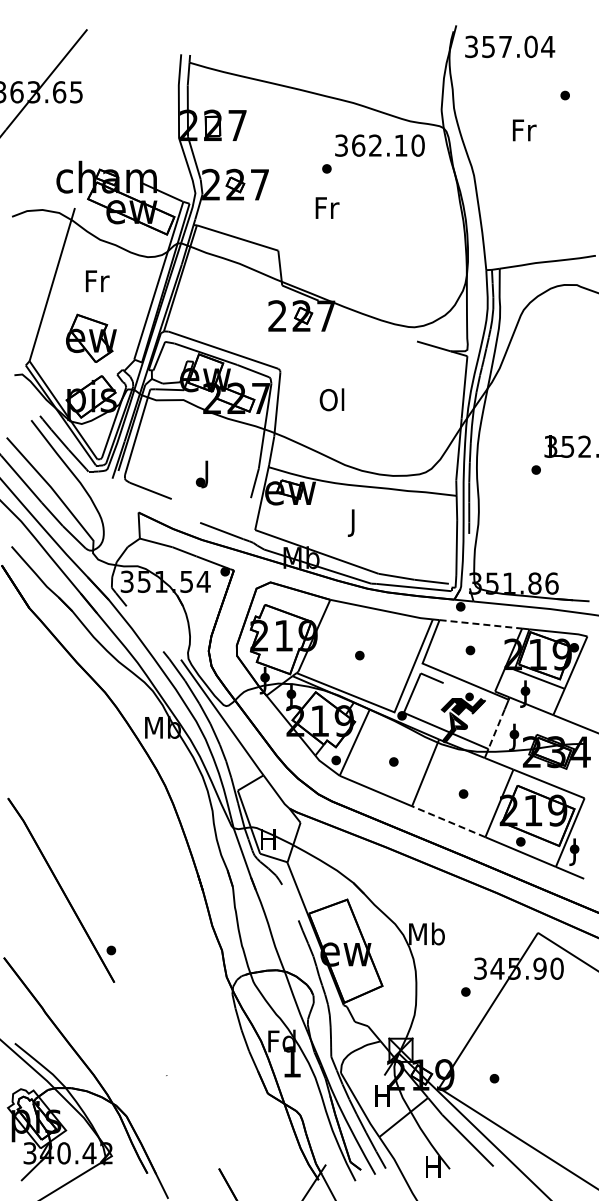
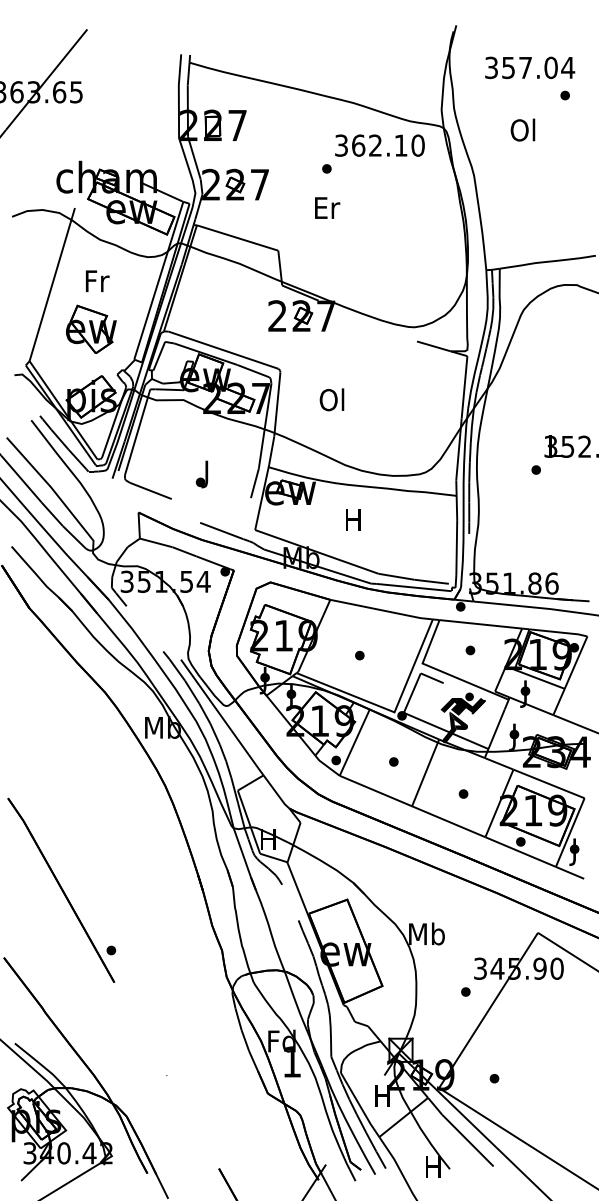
text at (510, 46) position: (510, 46) -> (530, 67)
text at (523, 129): Fr -> Ol
text at (327, 207): Fr -> Er
part at (91, 337) position: (91, 337) -> (91, 328)
text at (353, 522): J -> H
line at (481, 624): dashed -> solid
line at (496, 729): dashed -> solid
line at (448, 821): dashed -> solid
